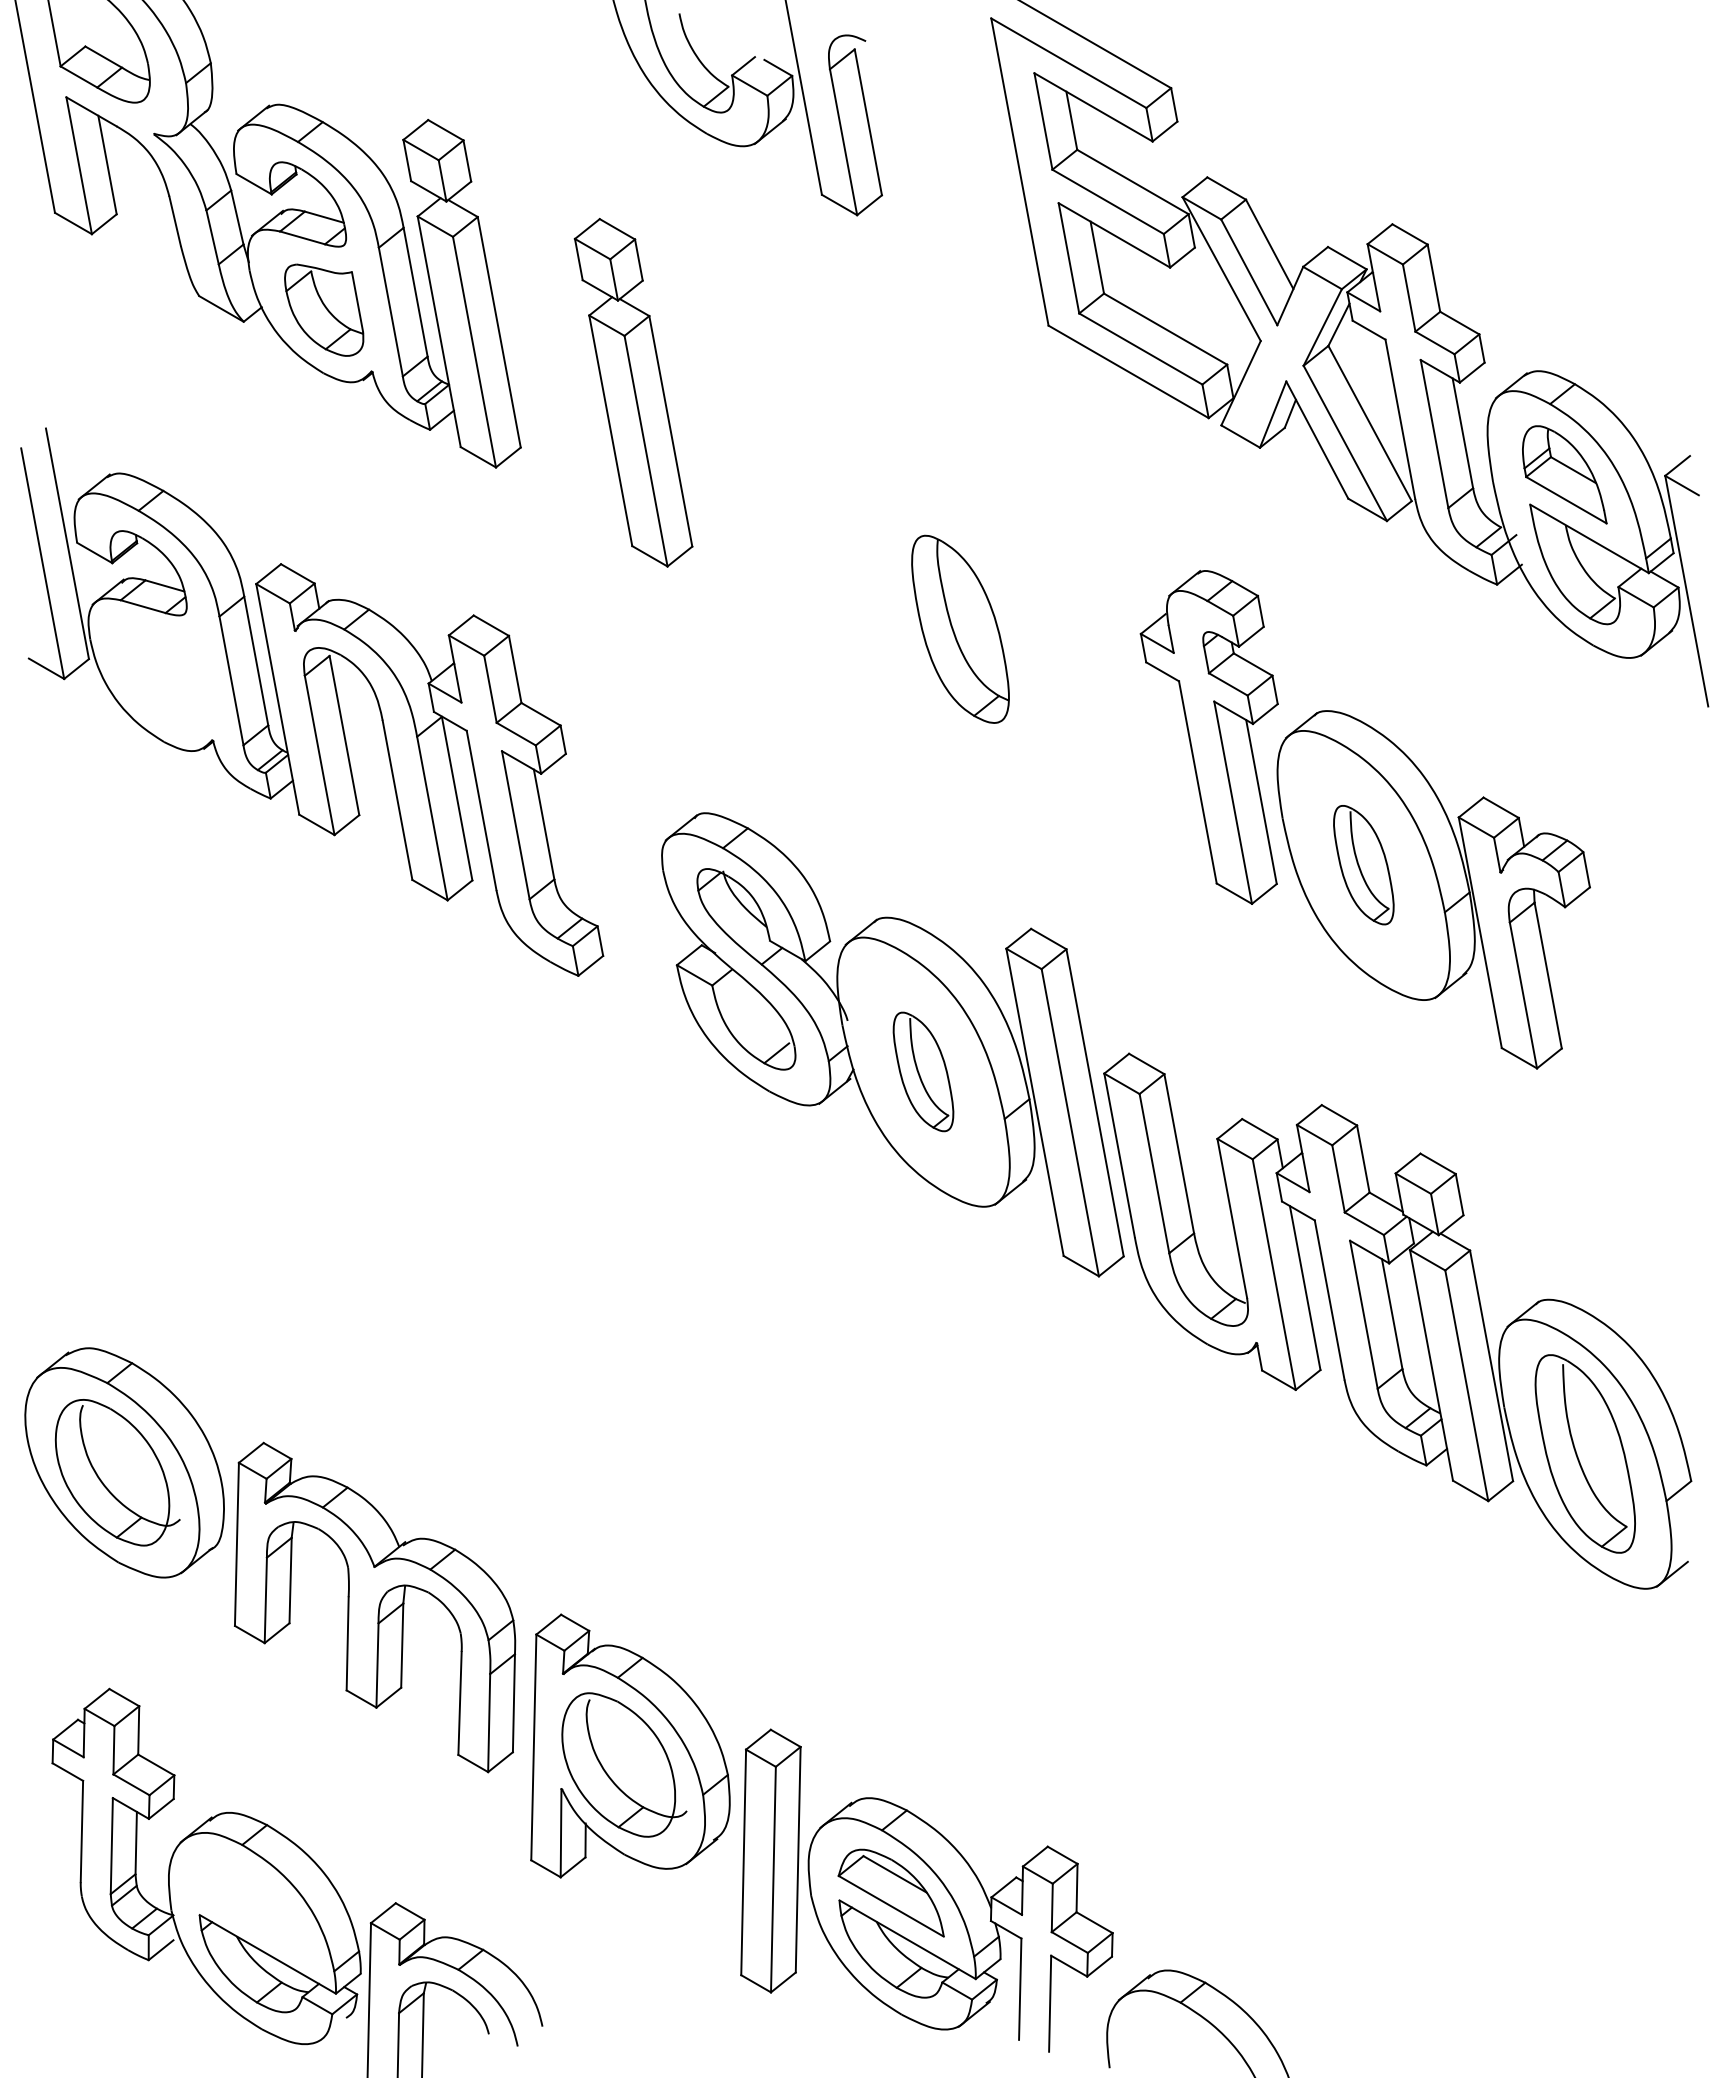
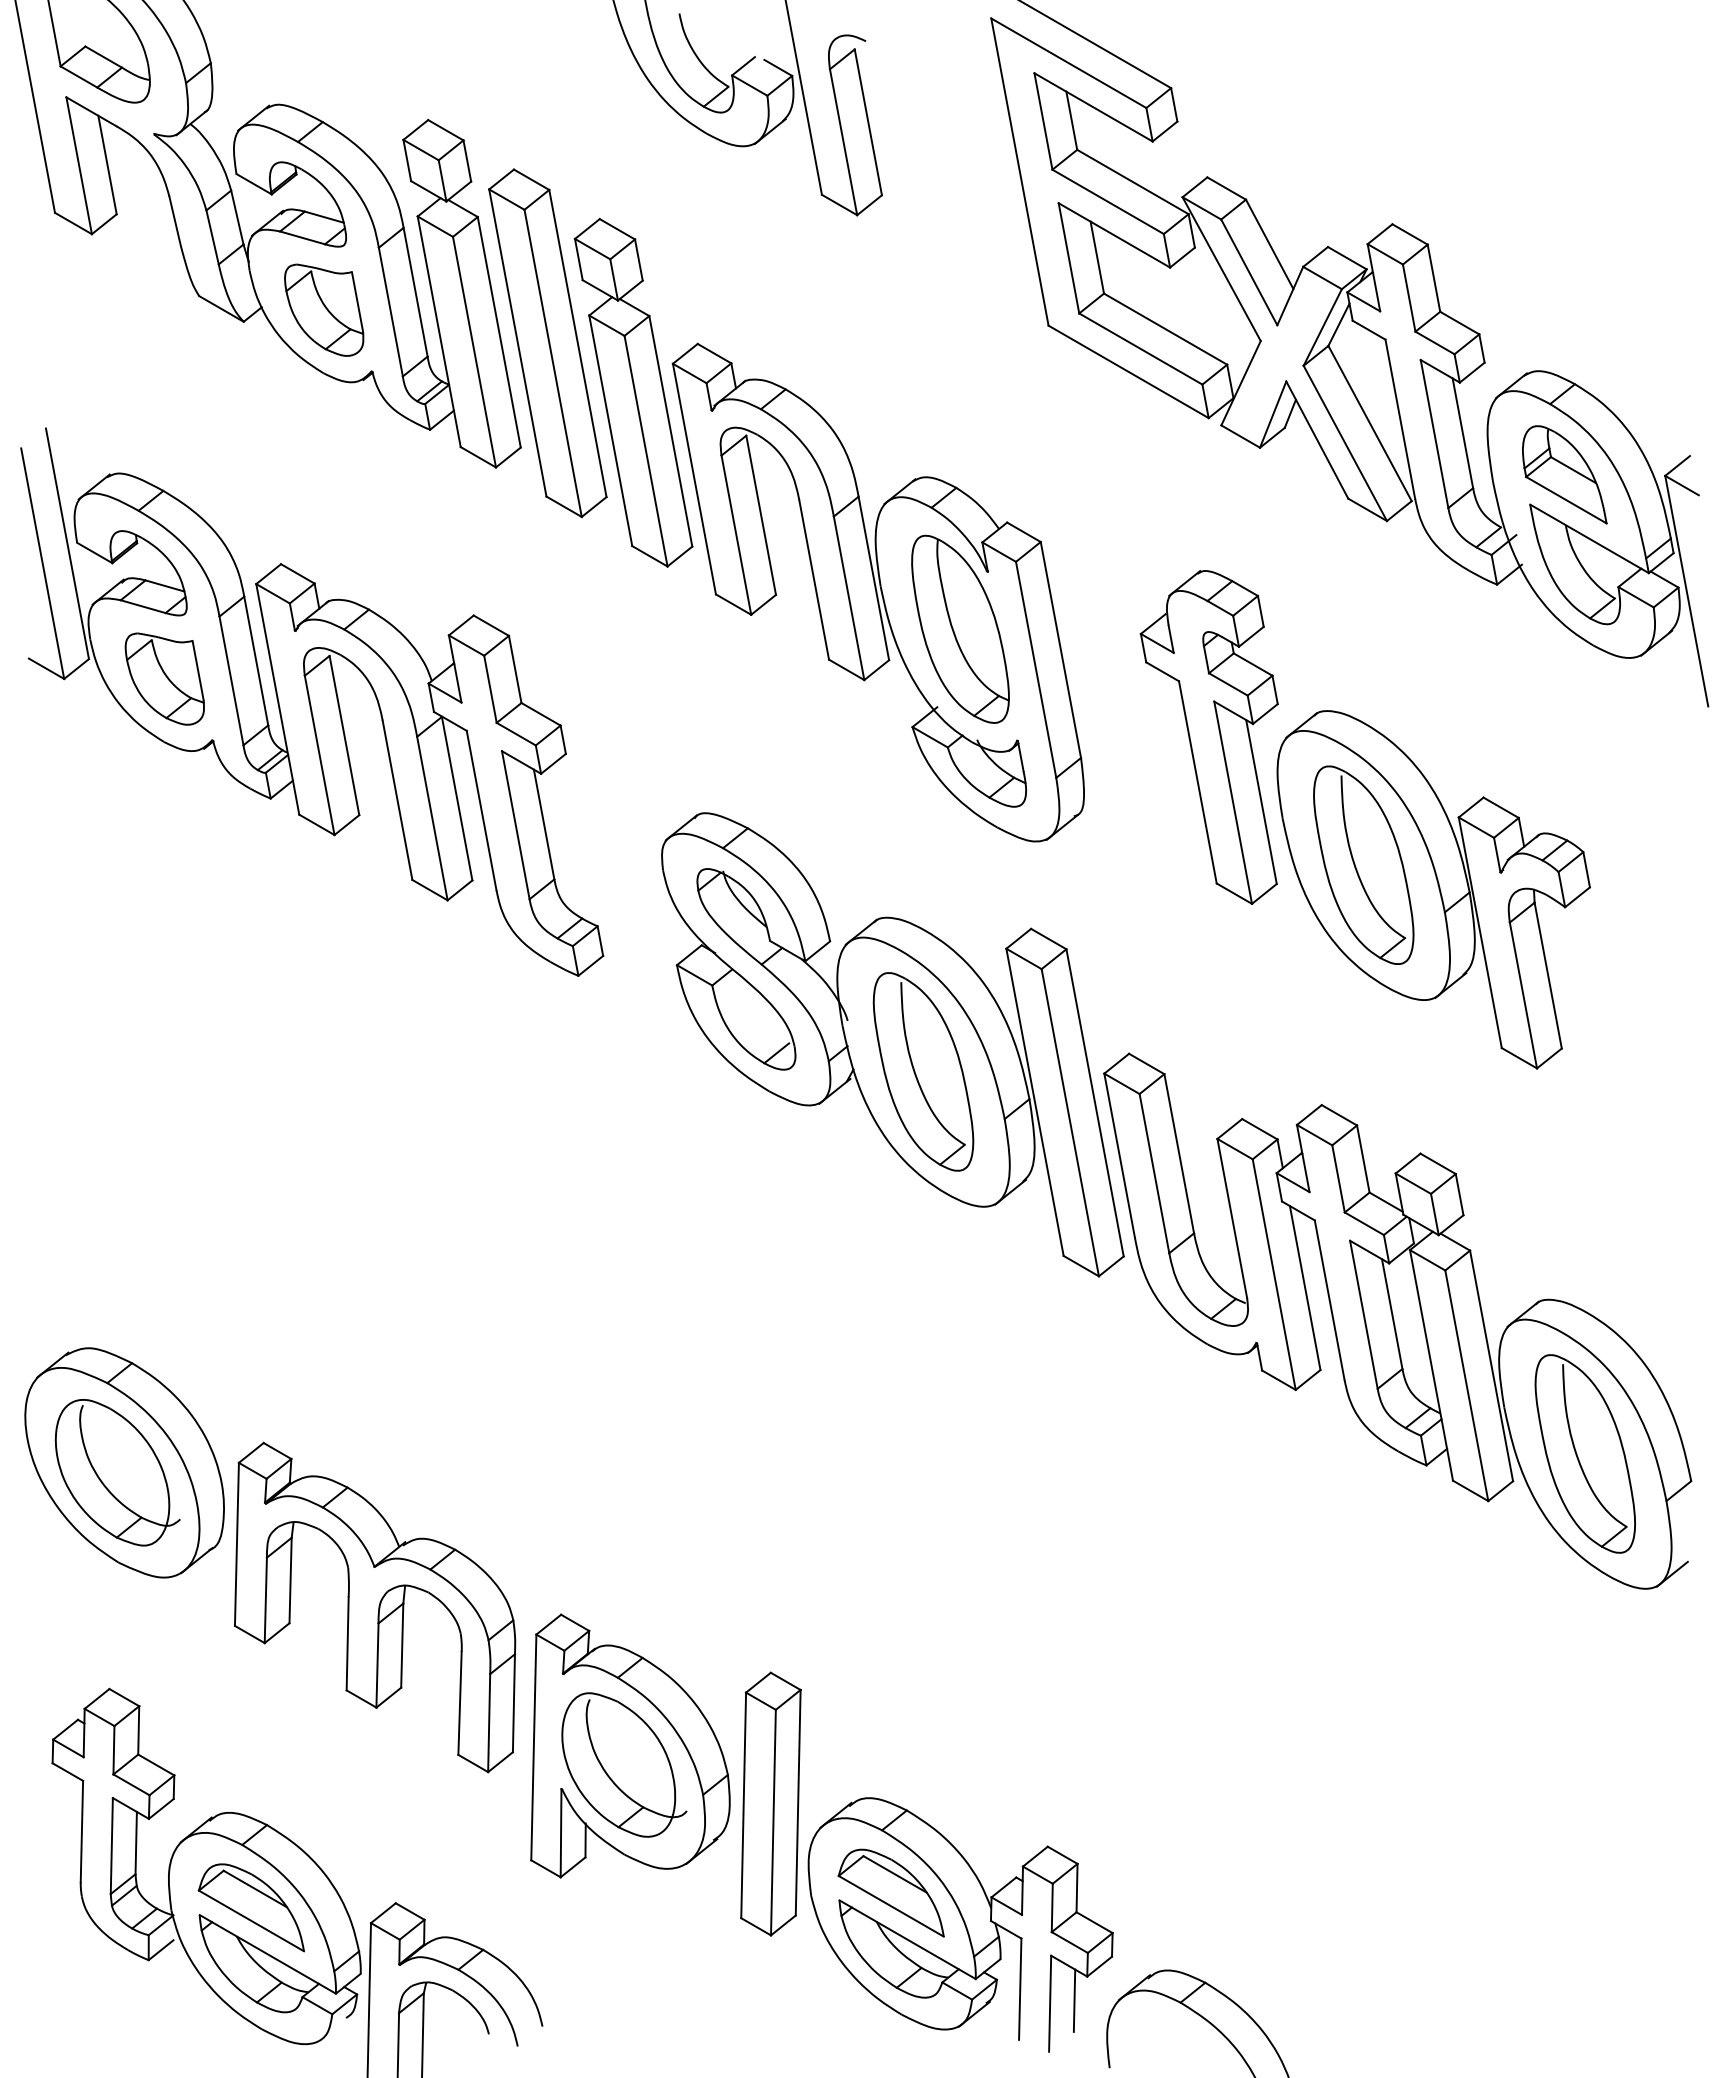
part at (547, 343): none -> present
part at (877, 592): none -> present
part at (164, 678): none -> present
part at (1363, 865) size: 62x121 px -> 102x200 px
part at (923, 1071) size: 63x122 px -> 103x200 px
part at (770, 1860) position: (770, 1860) -> (770, 1803)
part at (250, 1907): none -> present
line at (1074, 2000): none -> present
